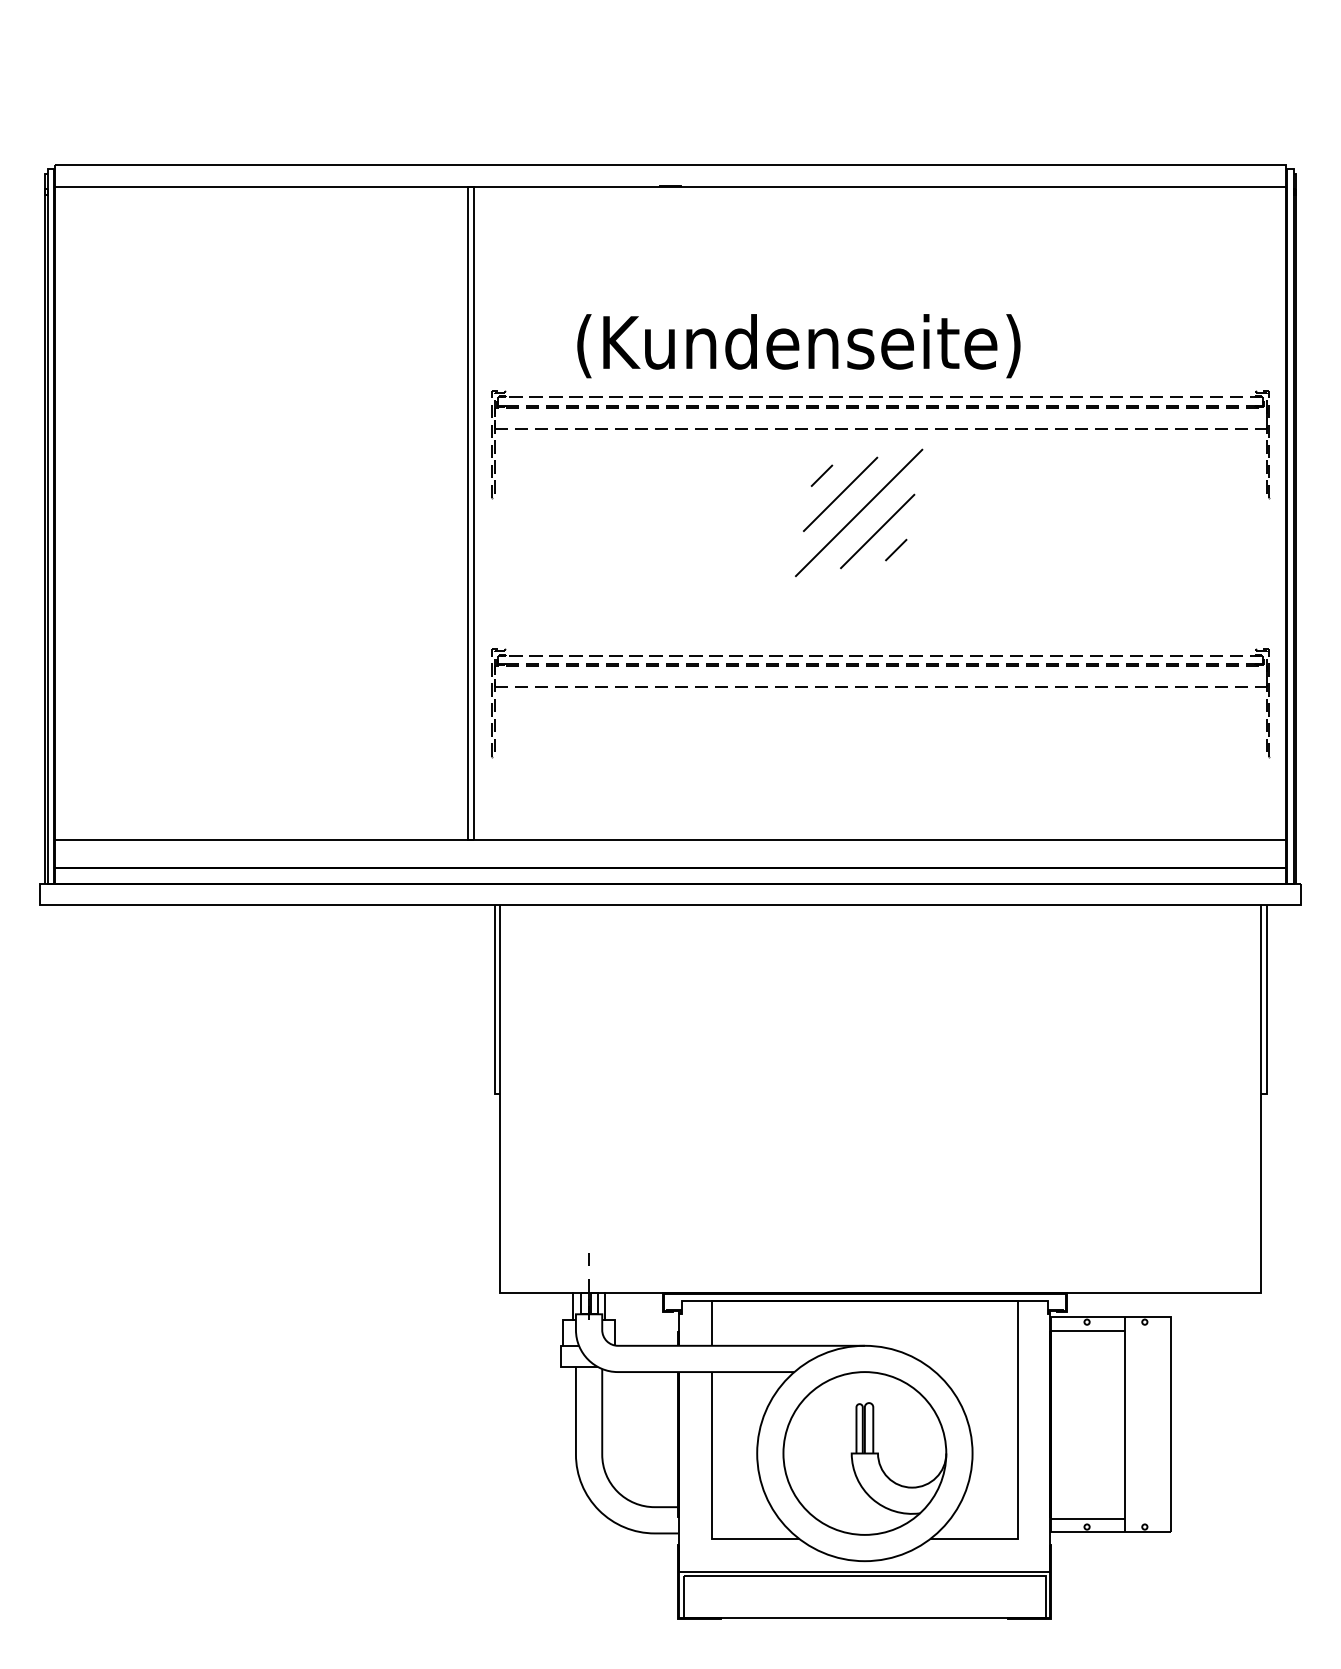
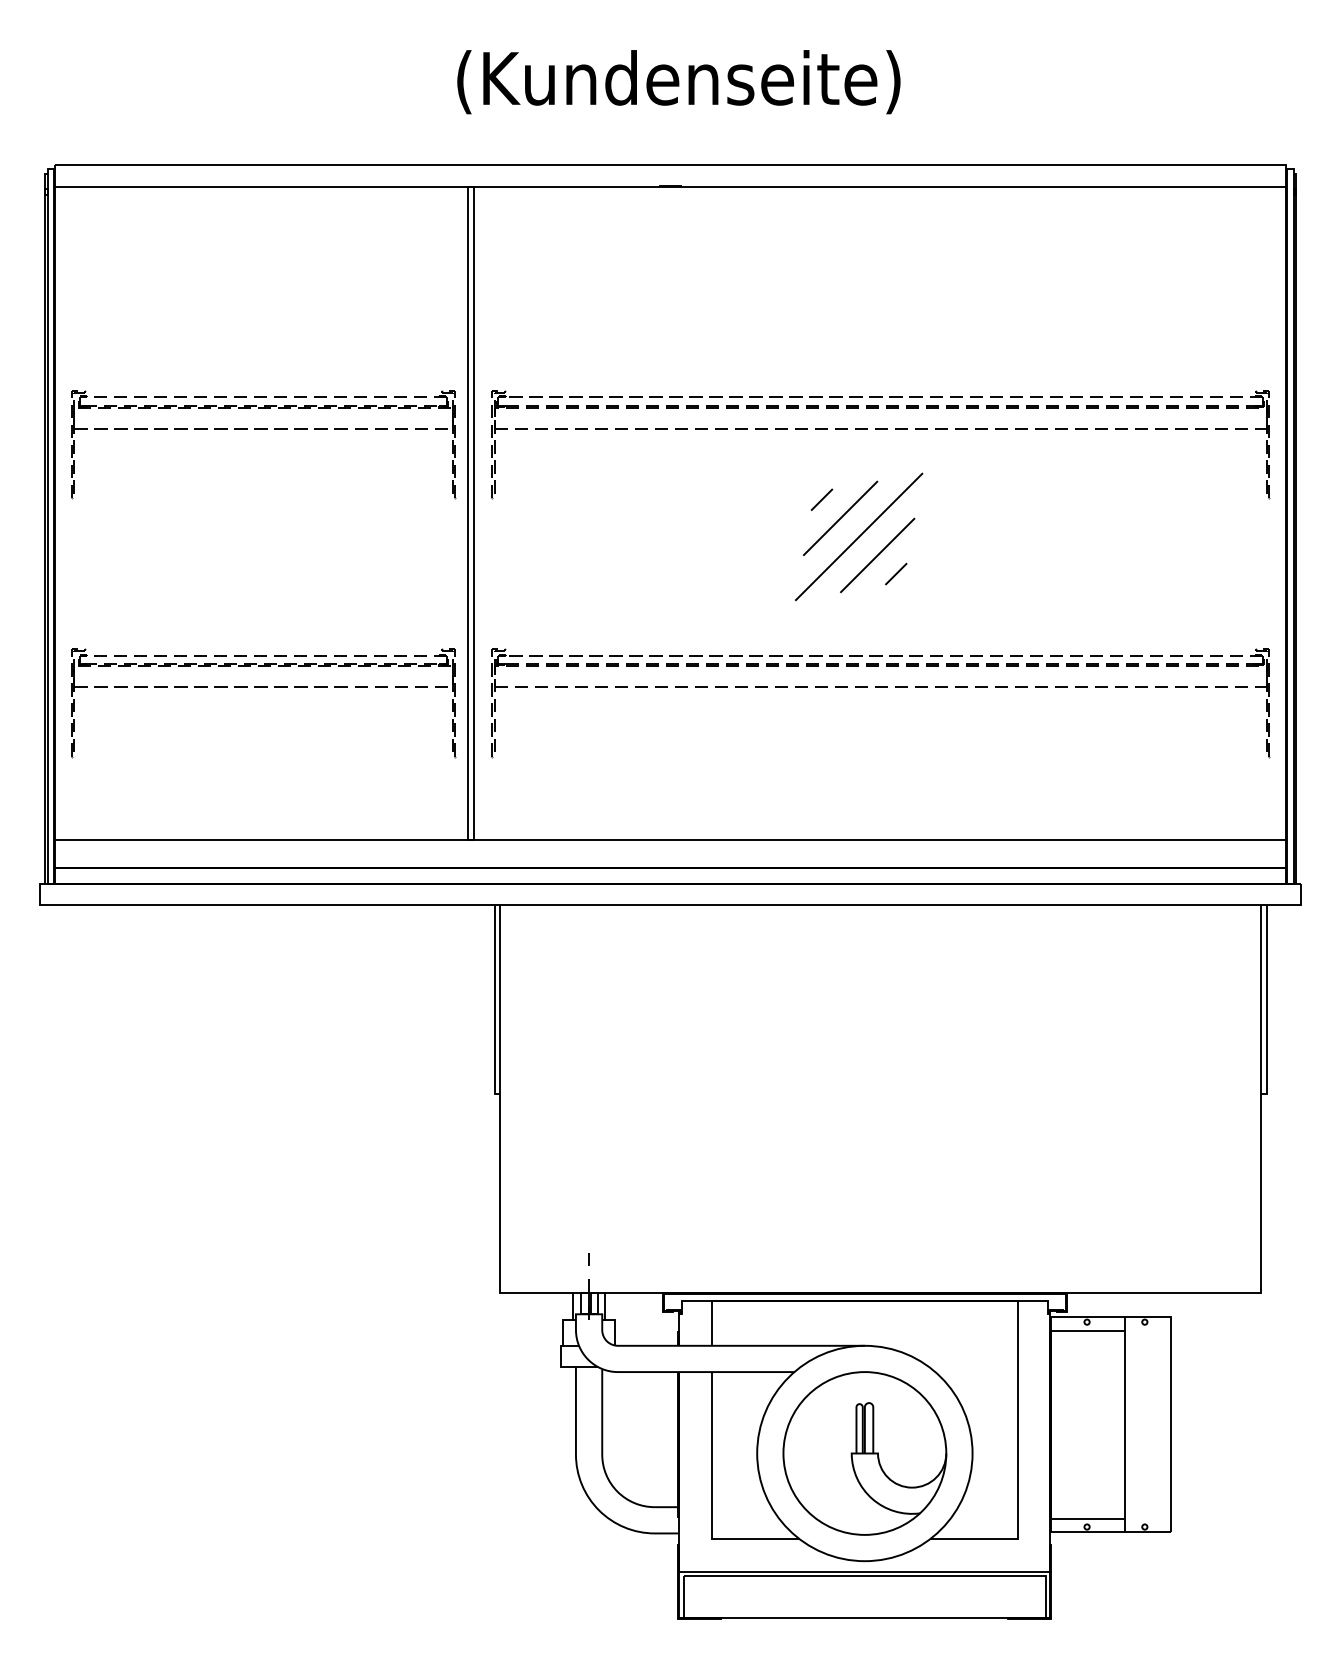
text at (798, 346) position: (798, 346) -> (678, 82)
part at (263, 429): none -> present
part at (859, 512) position: (859, 512) -> (859, 536)
part at (263, 687): none -> present
